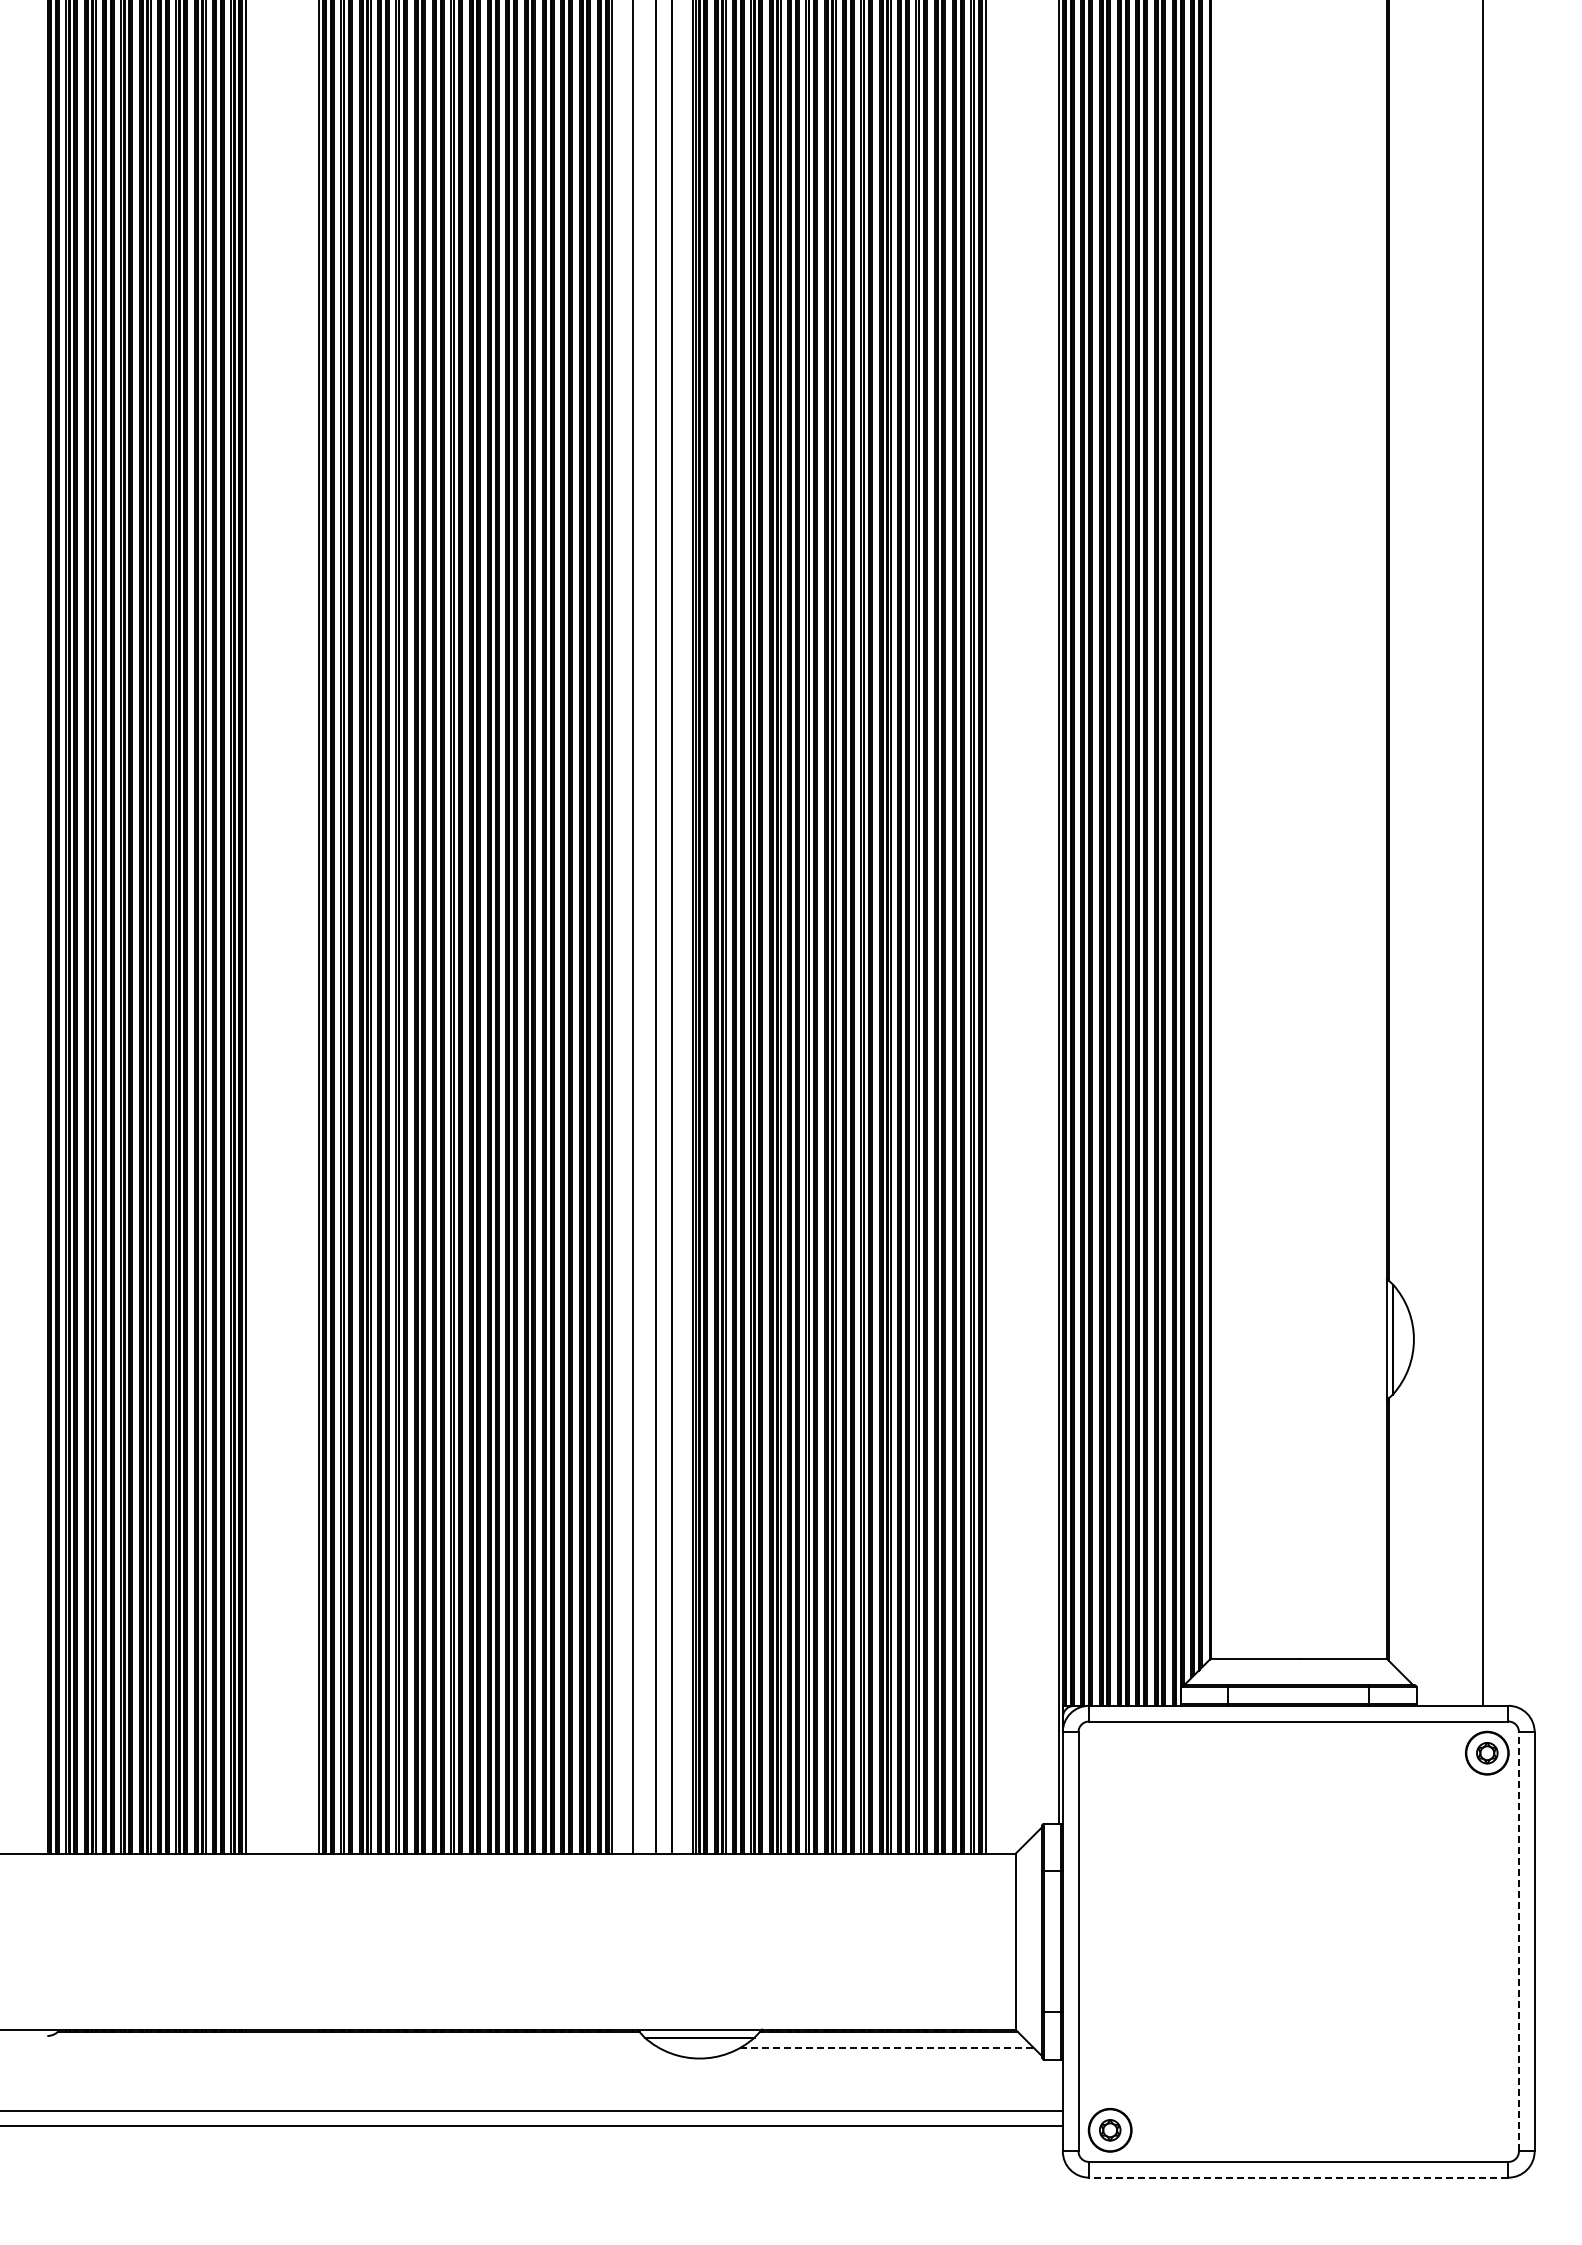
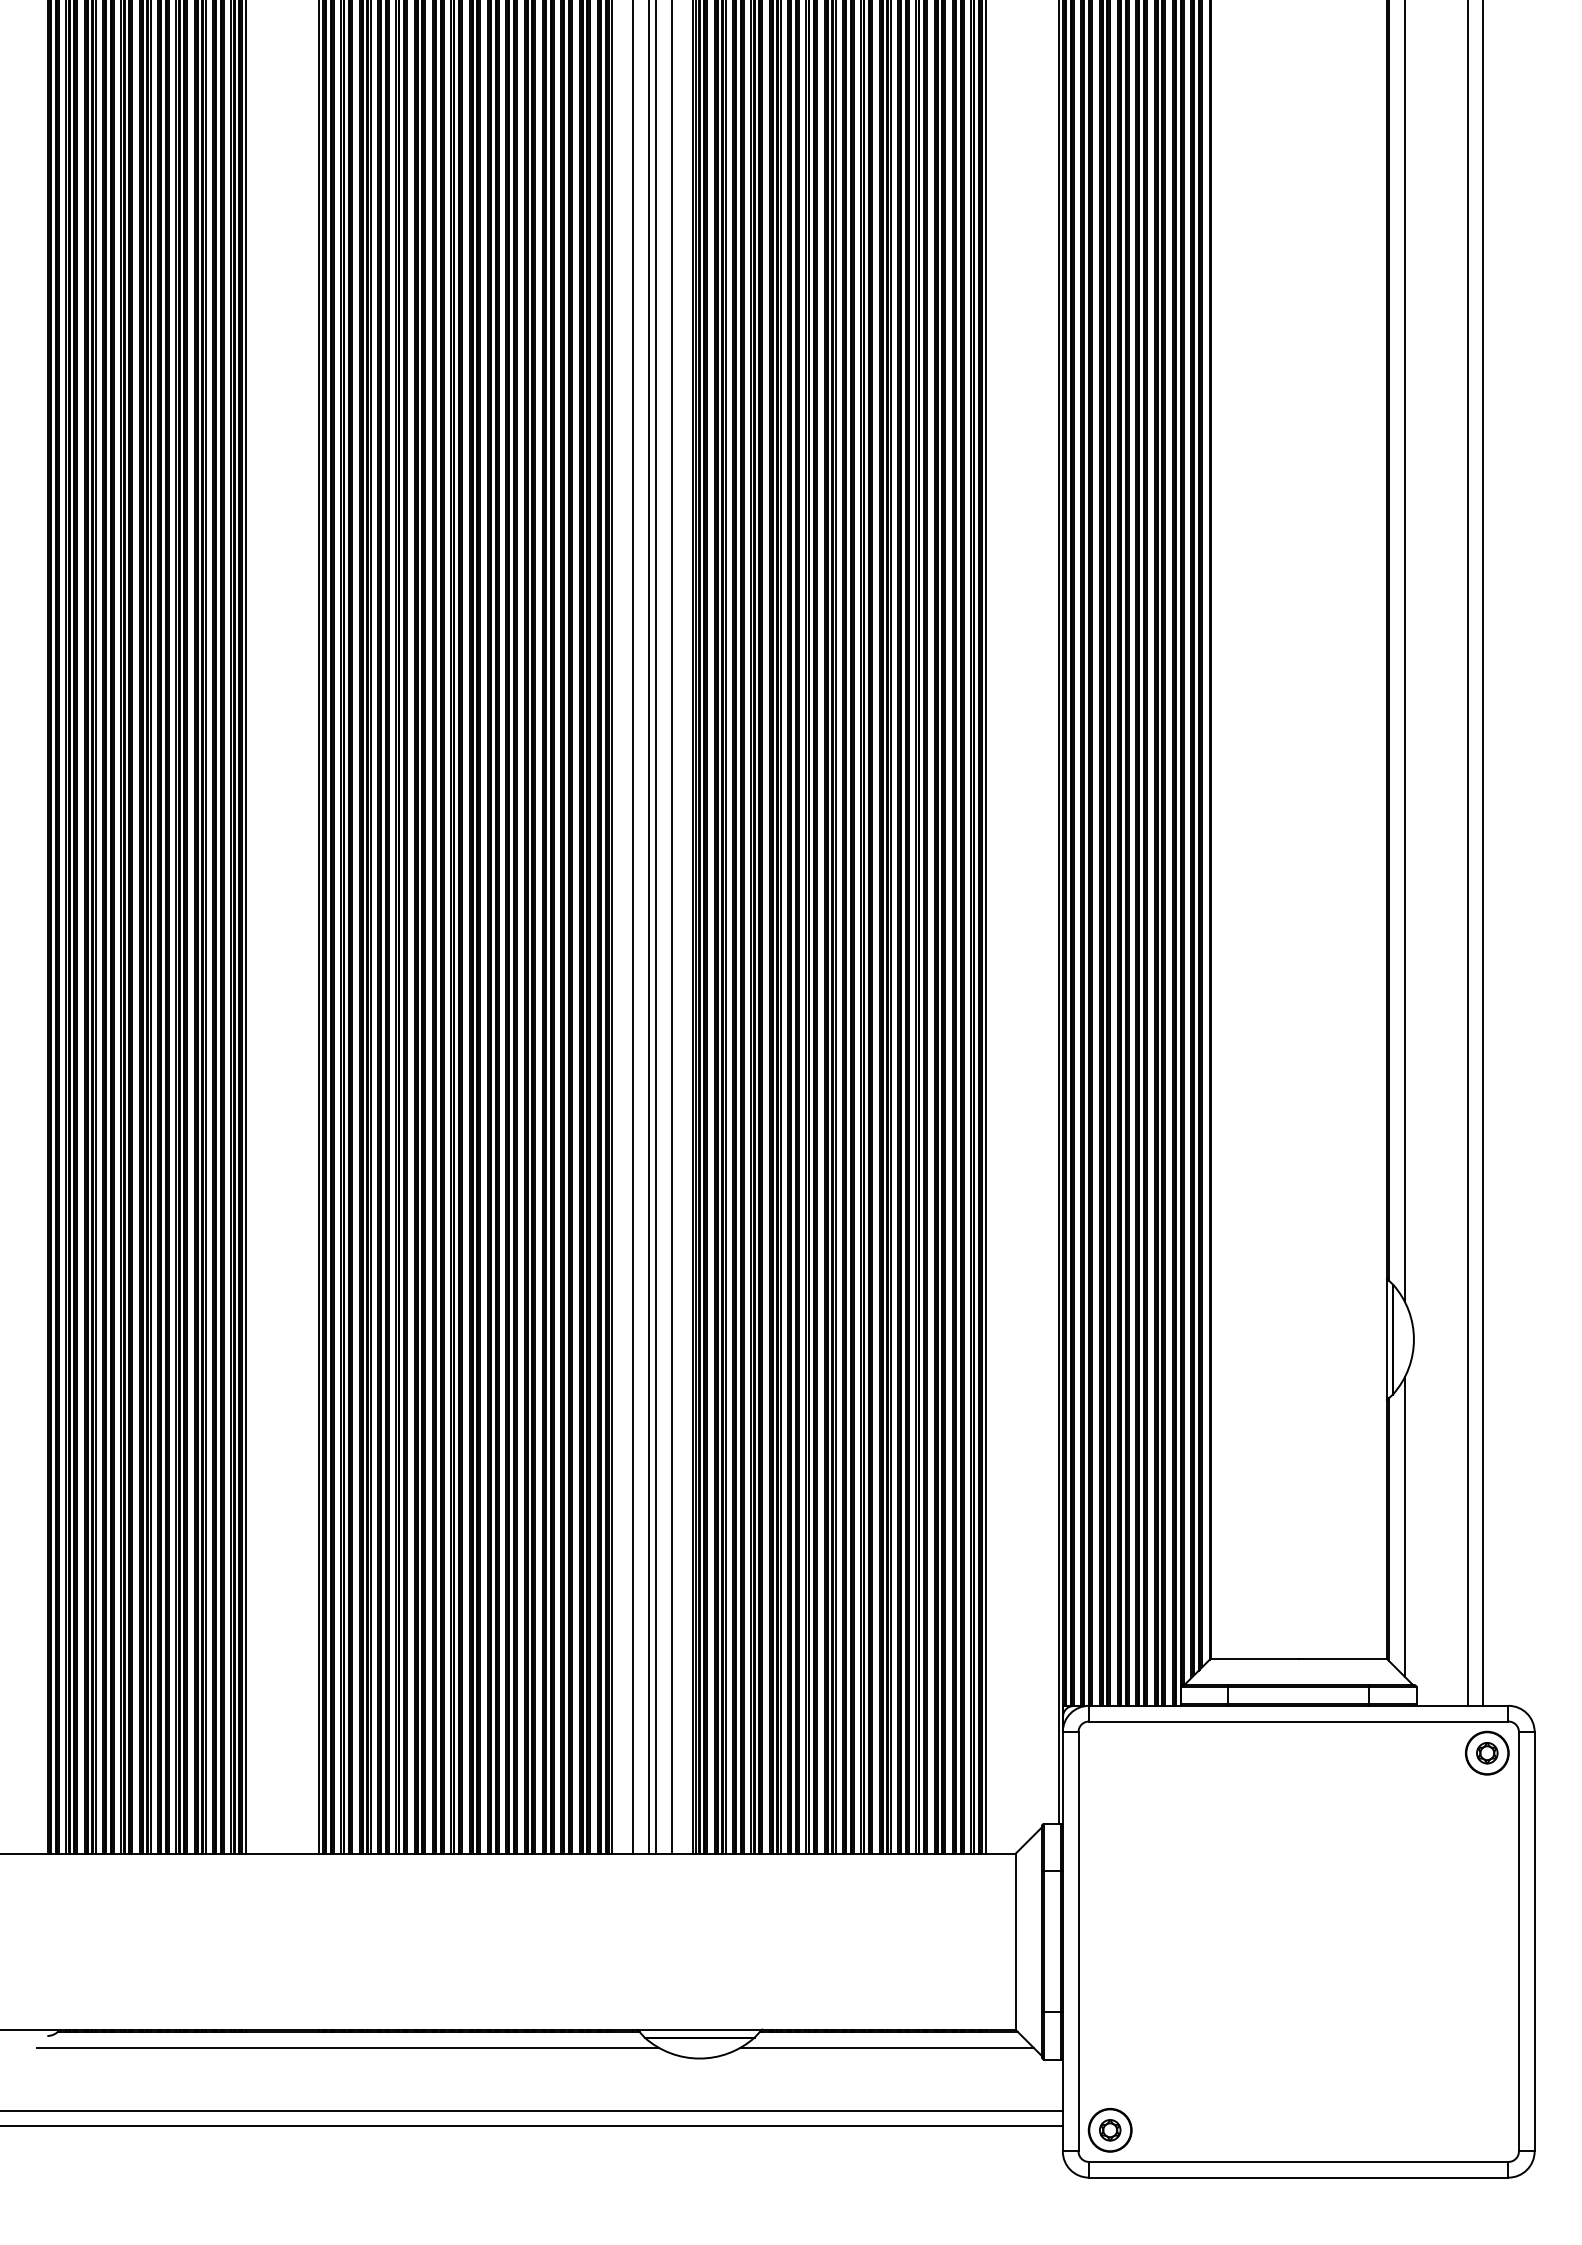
line at (1404, 651): none -> present
line at (1467, 853): none -> present
line at (649, 927): none -> present
line at (1404, 1526): none -> present
line at (1518, 1941): dashed -> solid
line at (347, 2047): none -> present
line at (887, 2047): dashed -> solid
line at (1298, 2177): dashed -> solid
